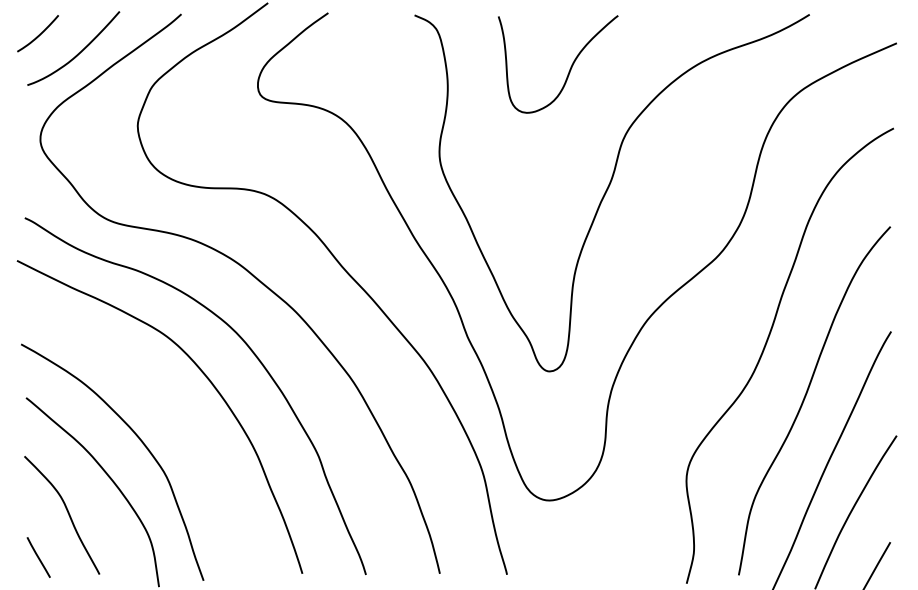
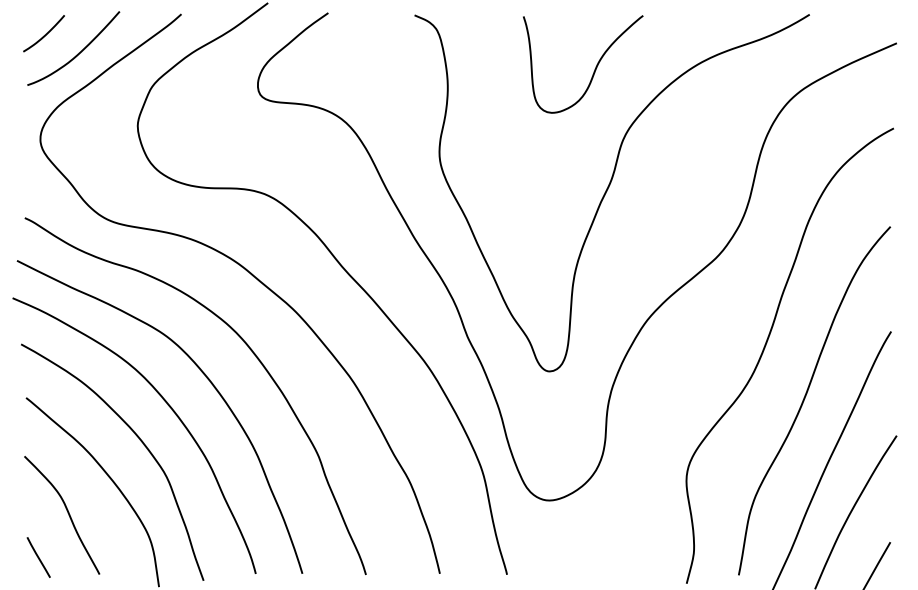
curve at (38, 34) position: (38, 34) -> (44, 34)
curve at (569, 69) position: (569, 69) -> (594, 69)
curve at (167, 405): none -> present
